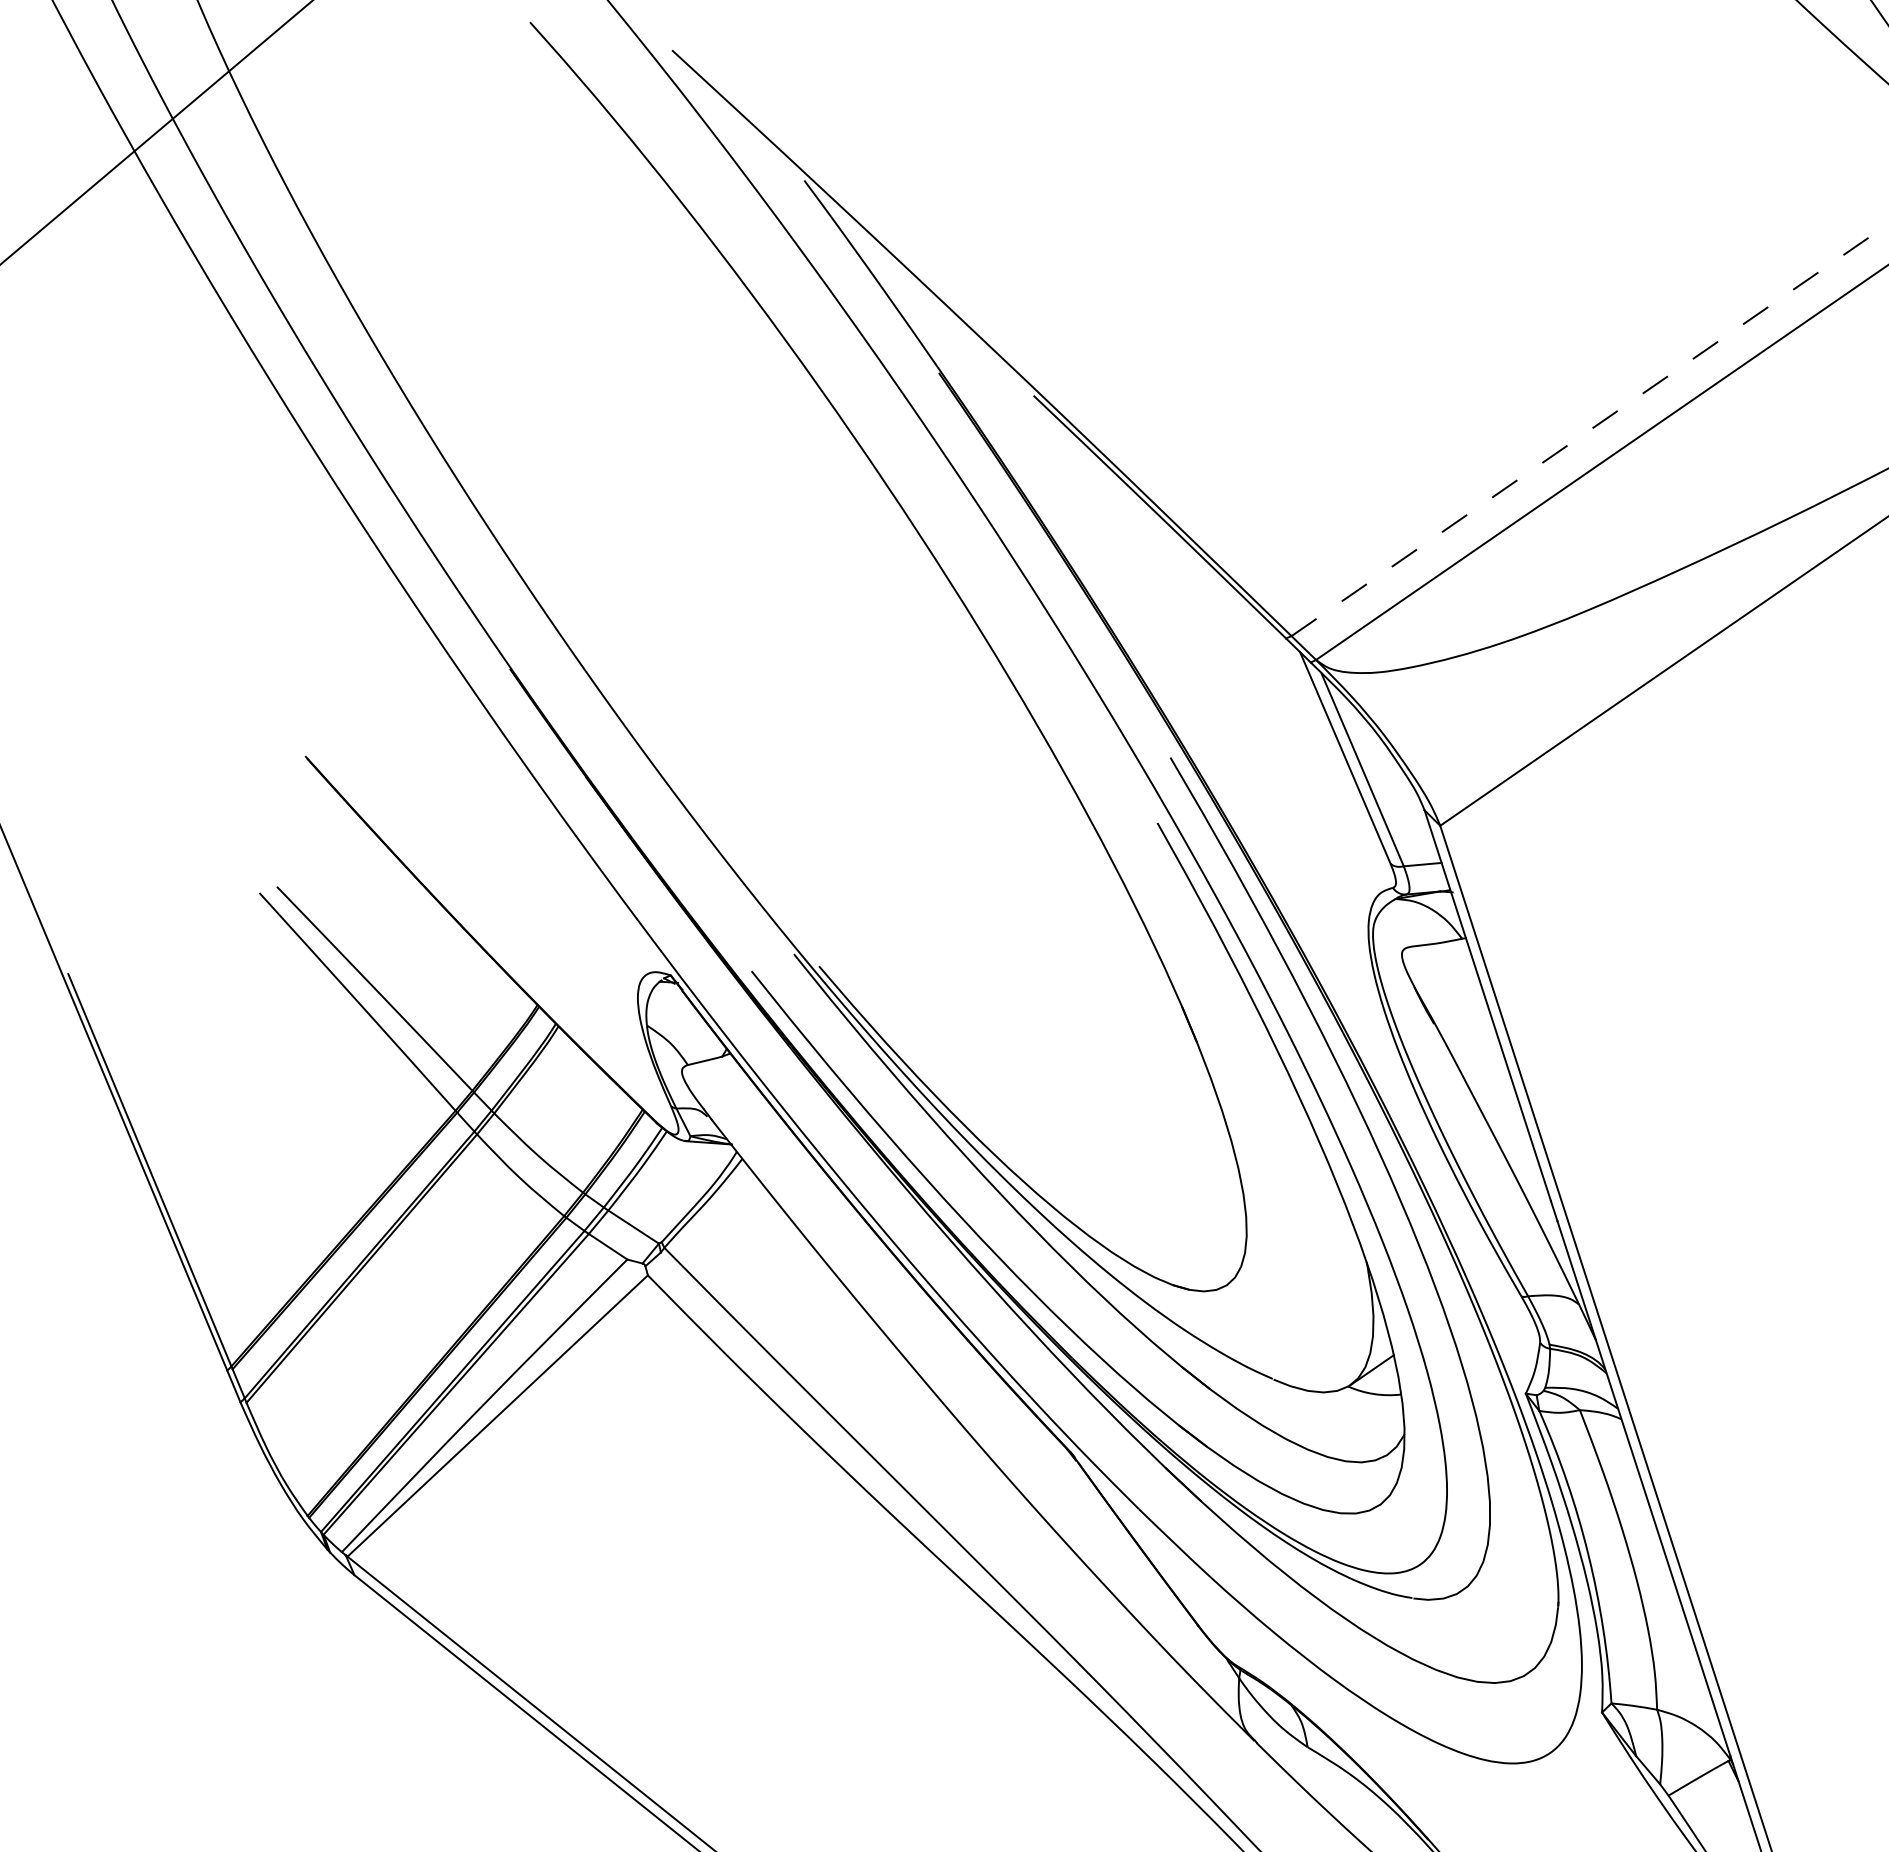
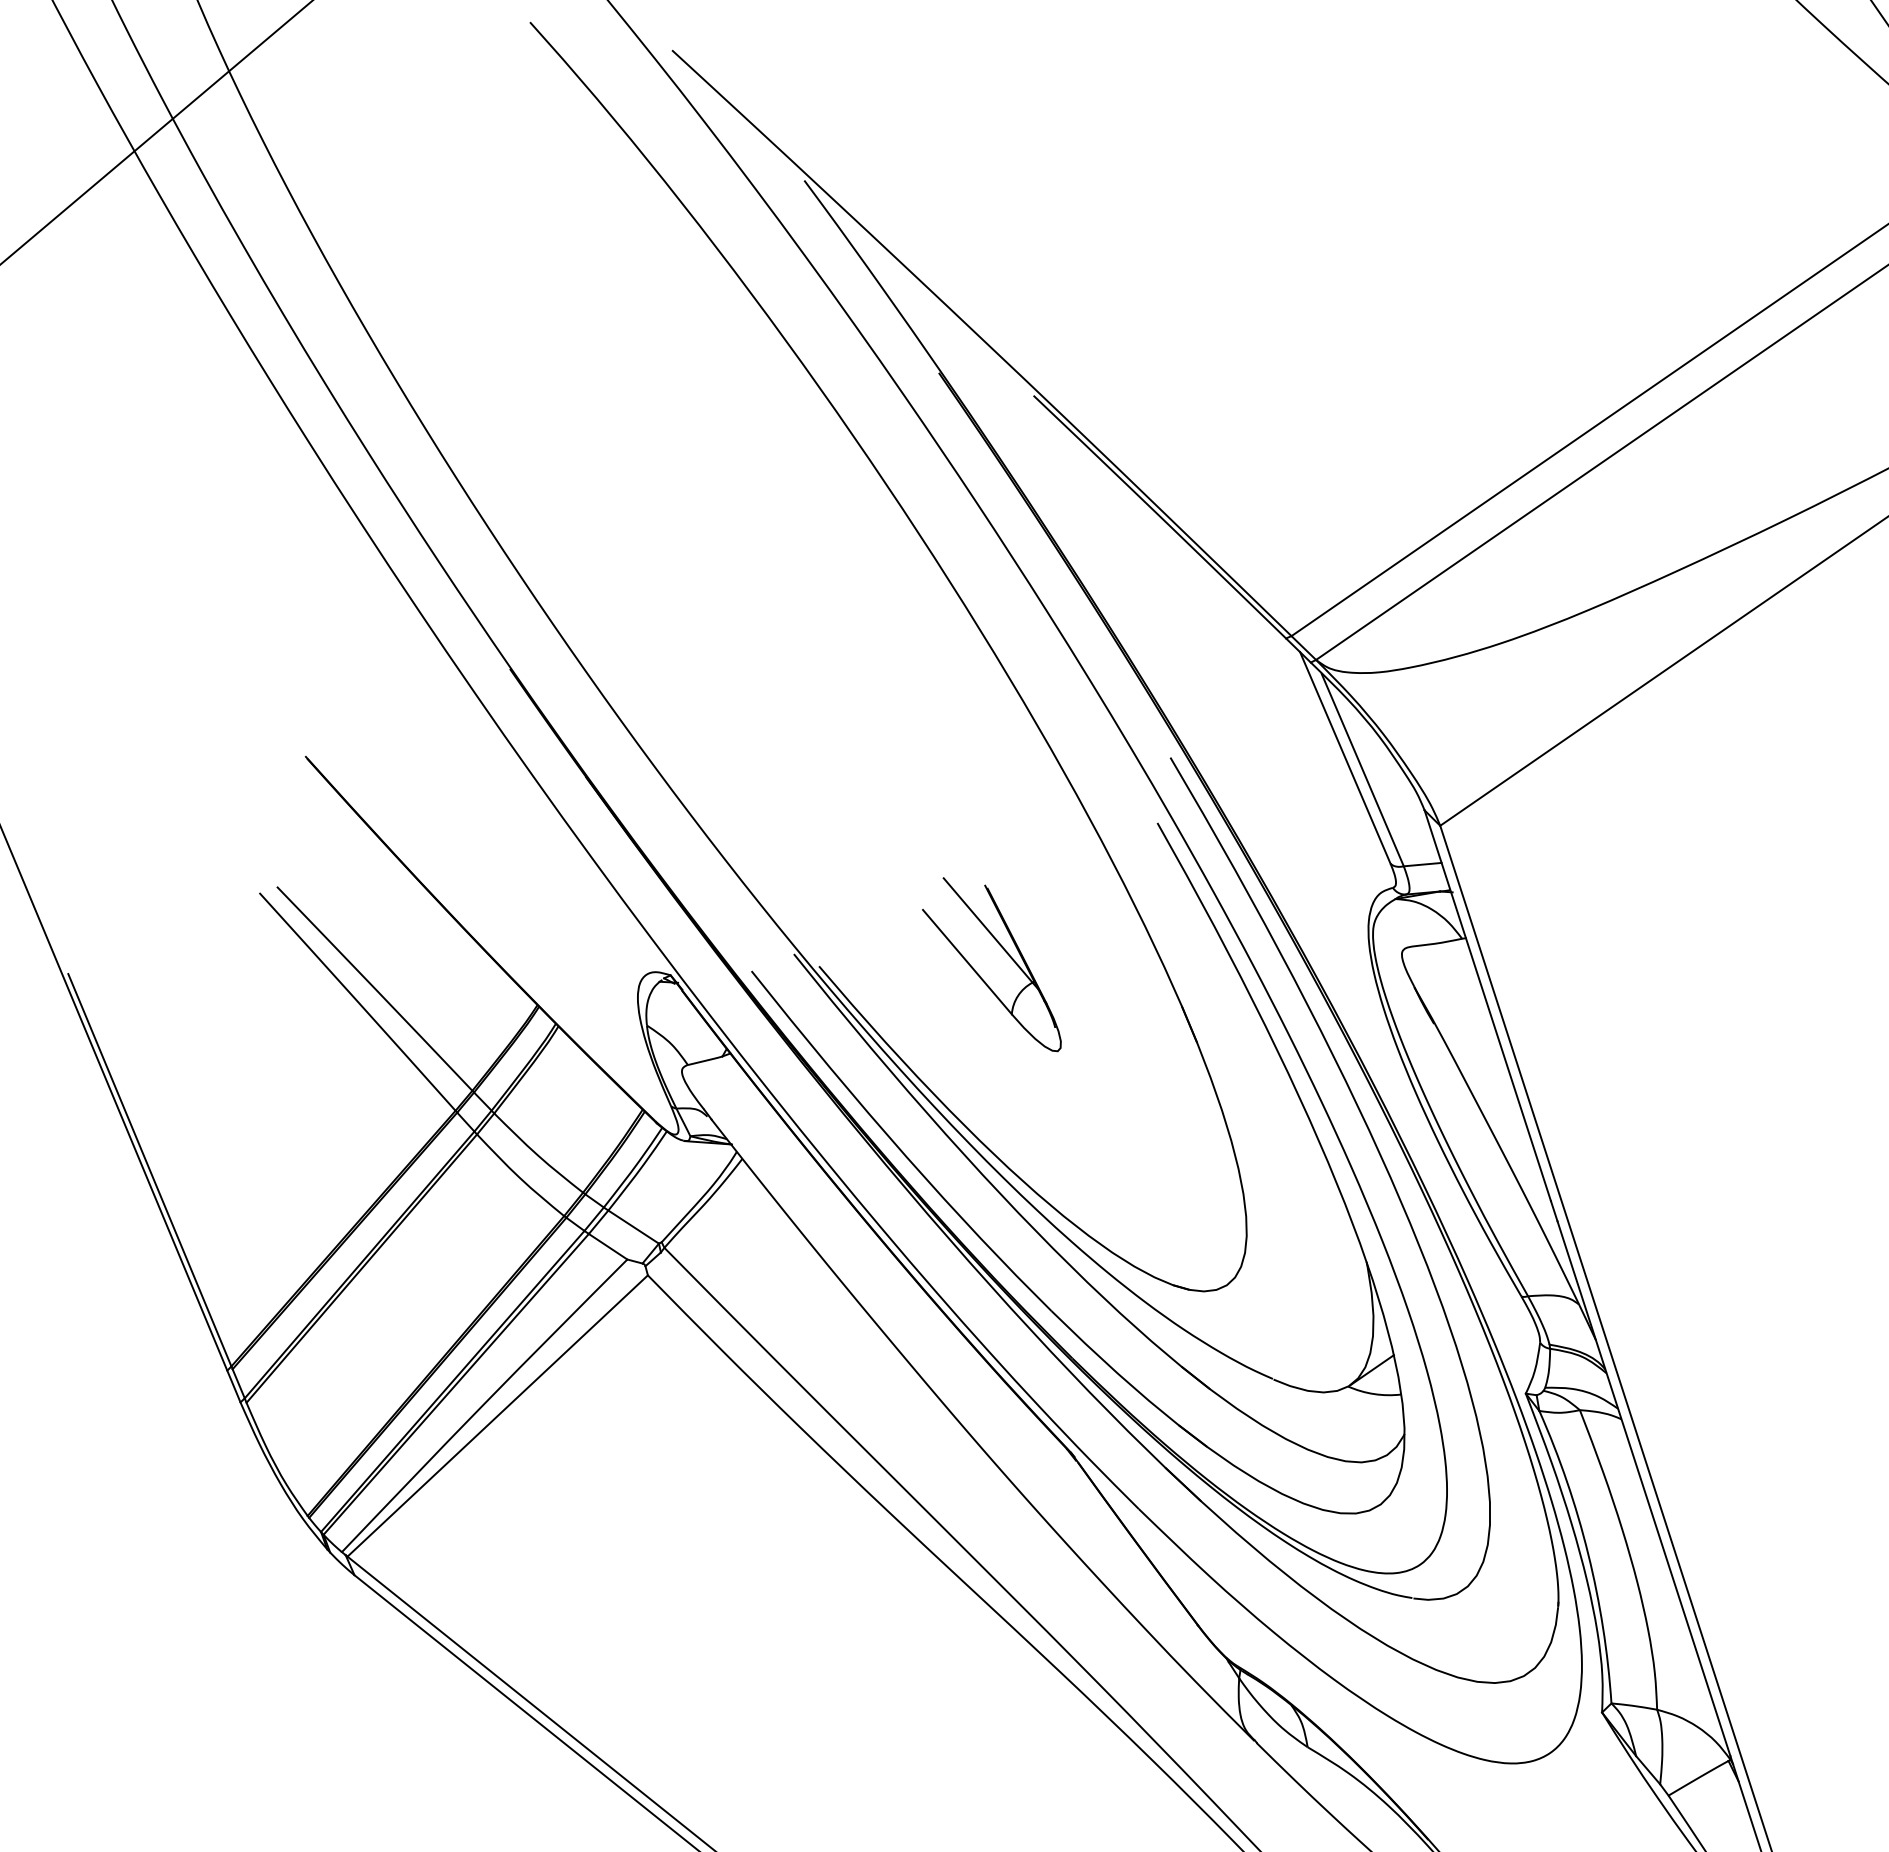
line at (1590, 429): dashed -> solid
part at (980, 975): none -> present
